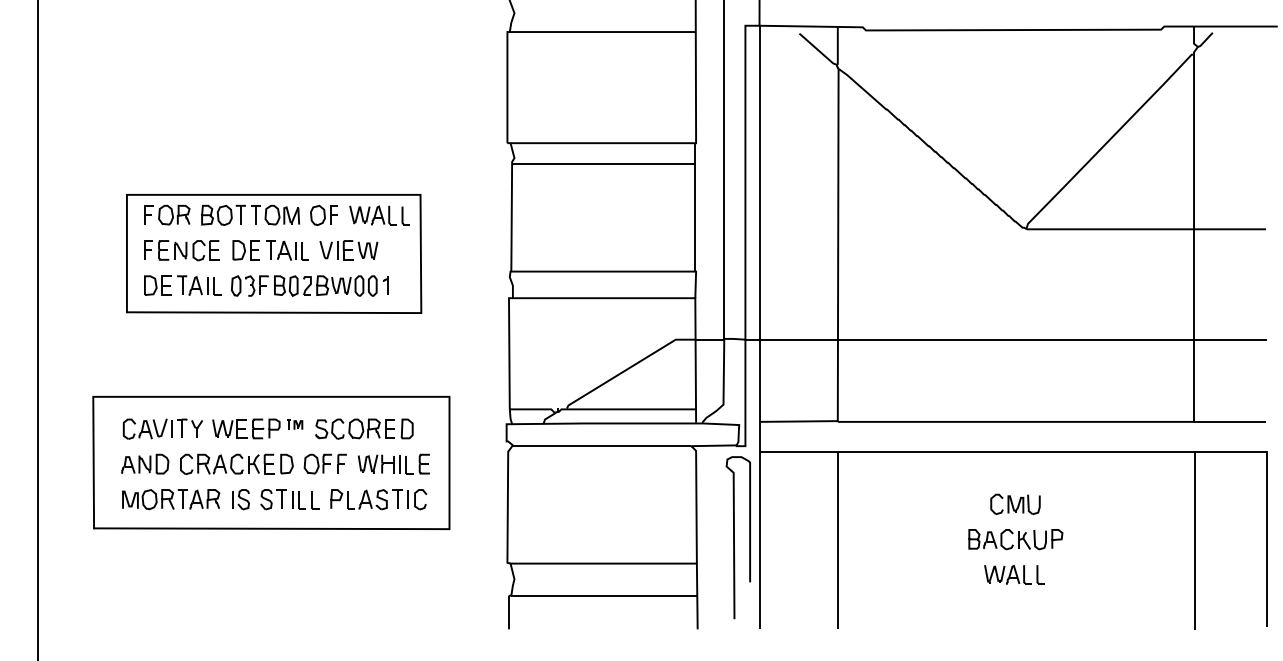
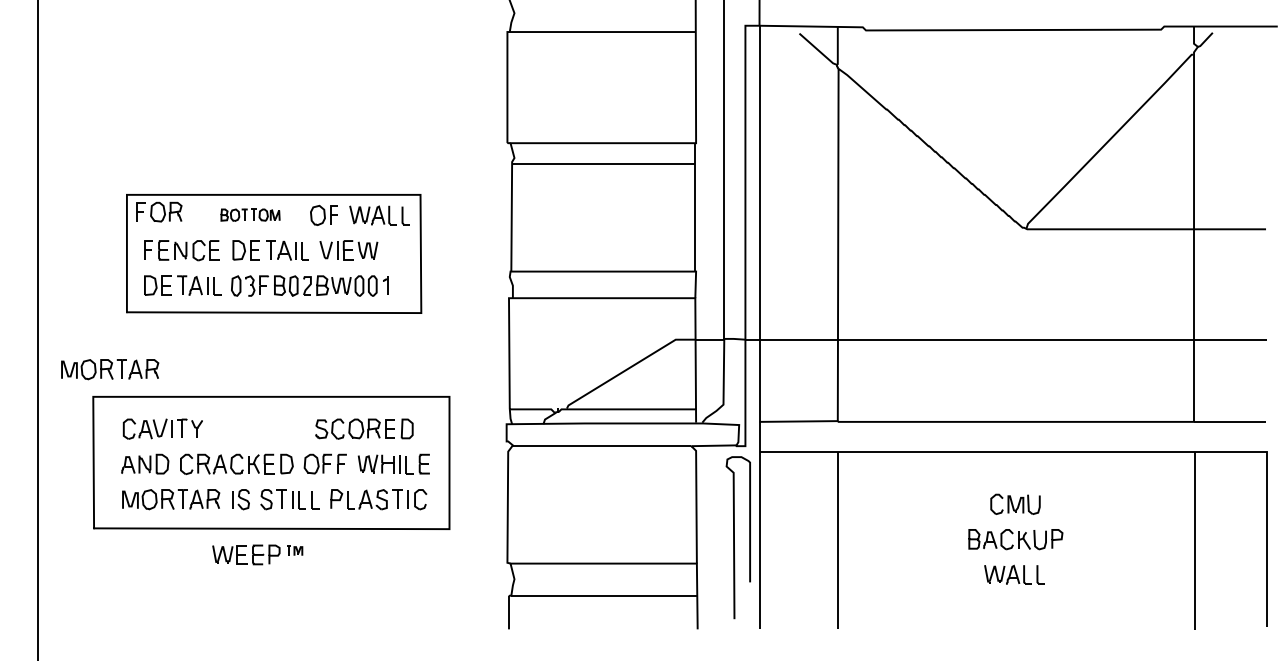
part at (167, 214) position: (167, 214) -> (159, 211)
part at (250, 214) size: 99x22 px -> 61x14 px
part at (110, 369): none -> present
part at (257, 428) position: (257, 428) -> (257, 554)
